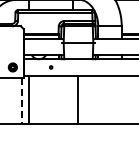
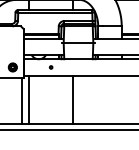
line at (78, 99) position: (78, 99) -> (73, 99)
line at (22, 100): dashed -> solid
line at (68, 129): none -> present
